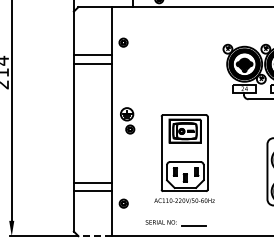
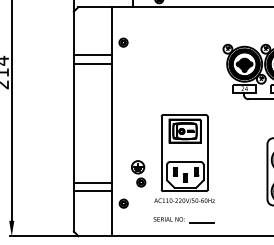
part at (127, 120) position: (127, 120) -> (138, 173)
part at (175, 223) position: (175, 223) -> (183, 220)
line at (95, 236): dashed -> solid
